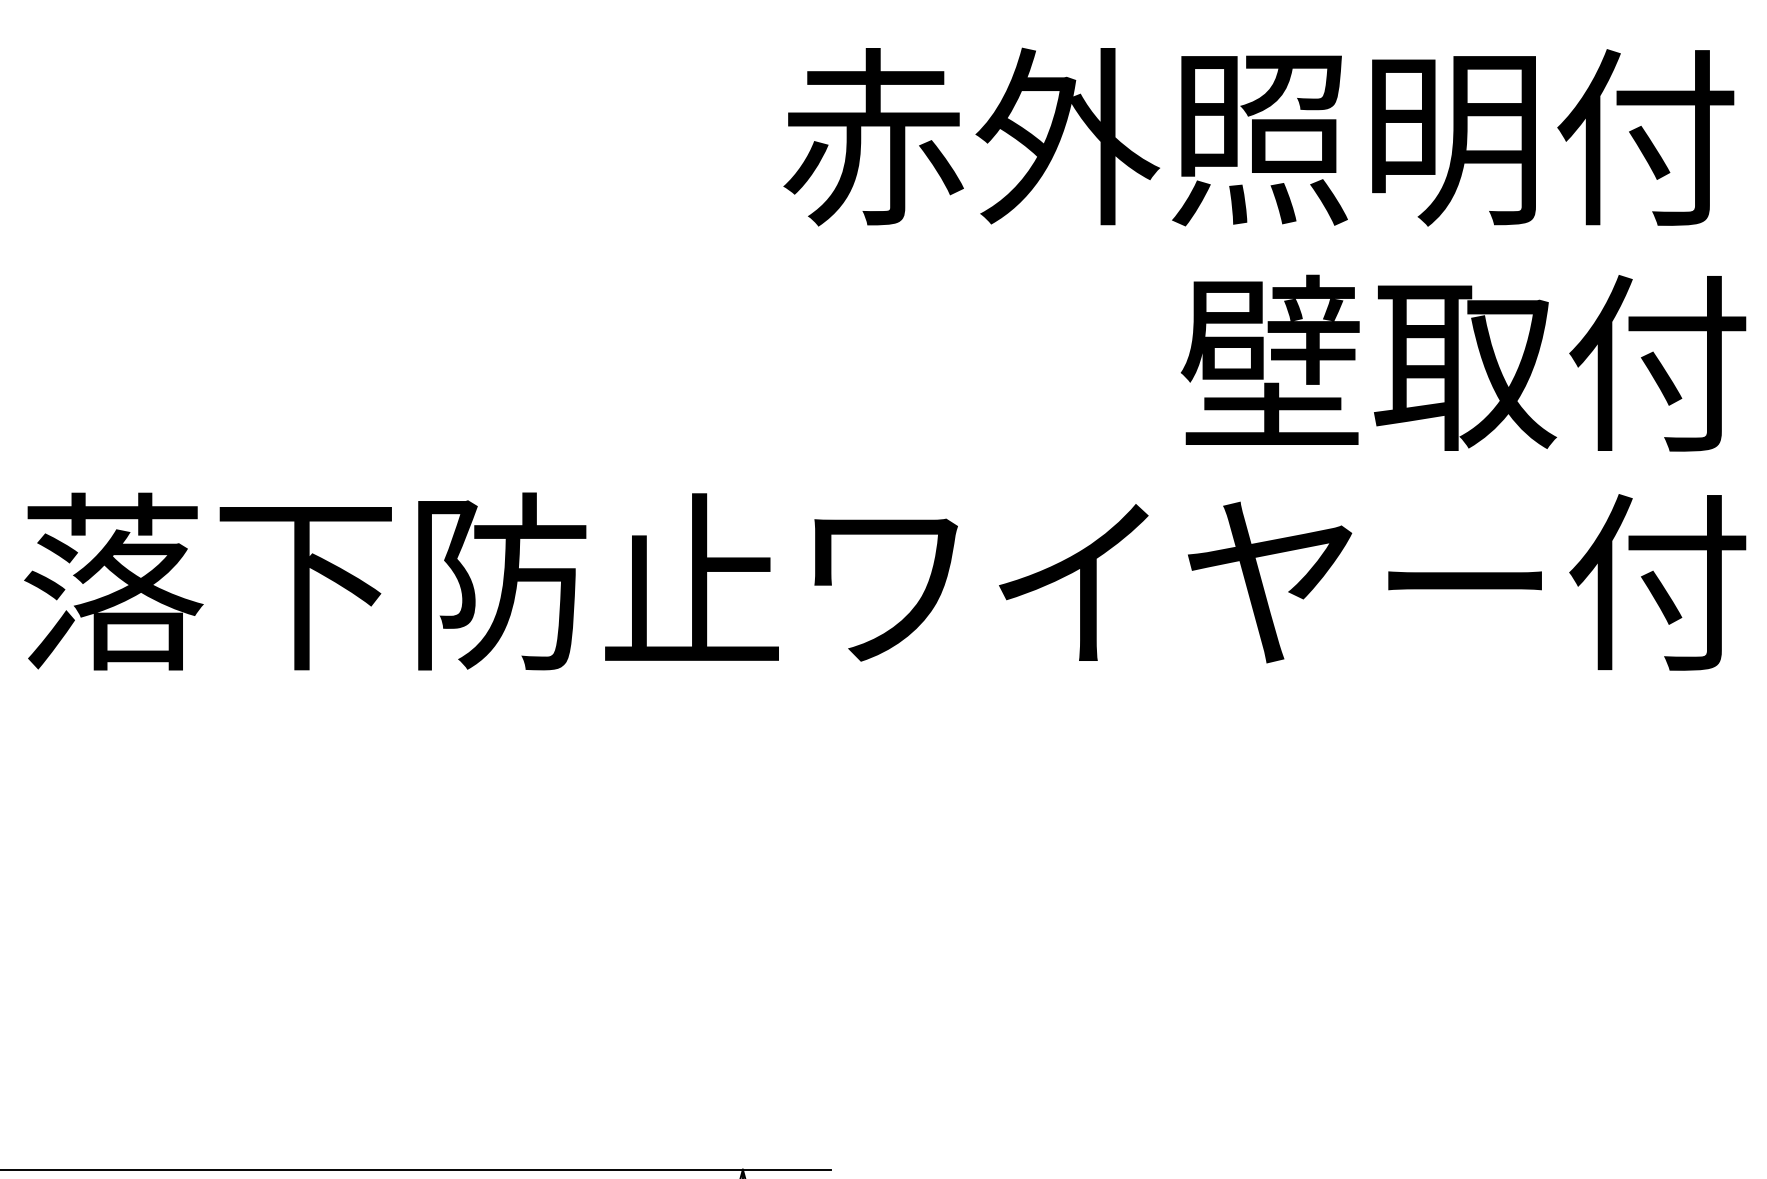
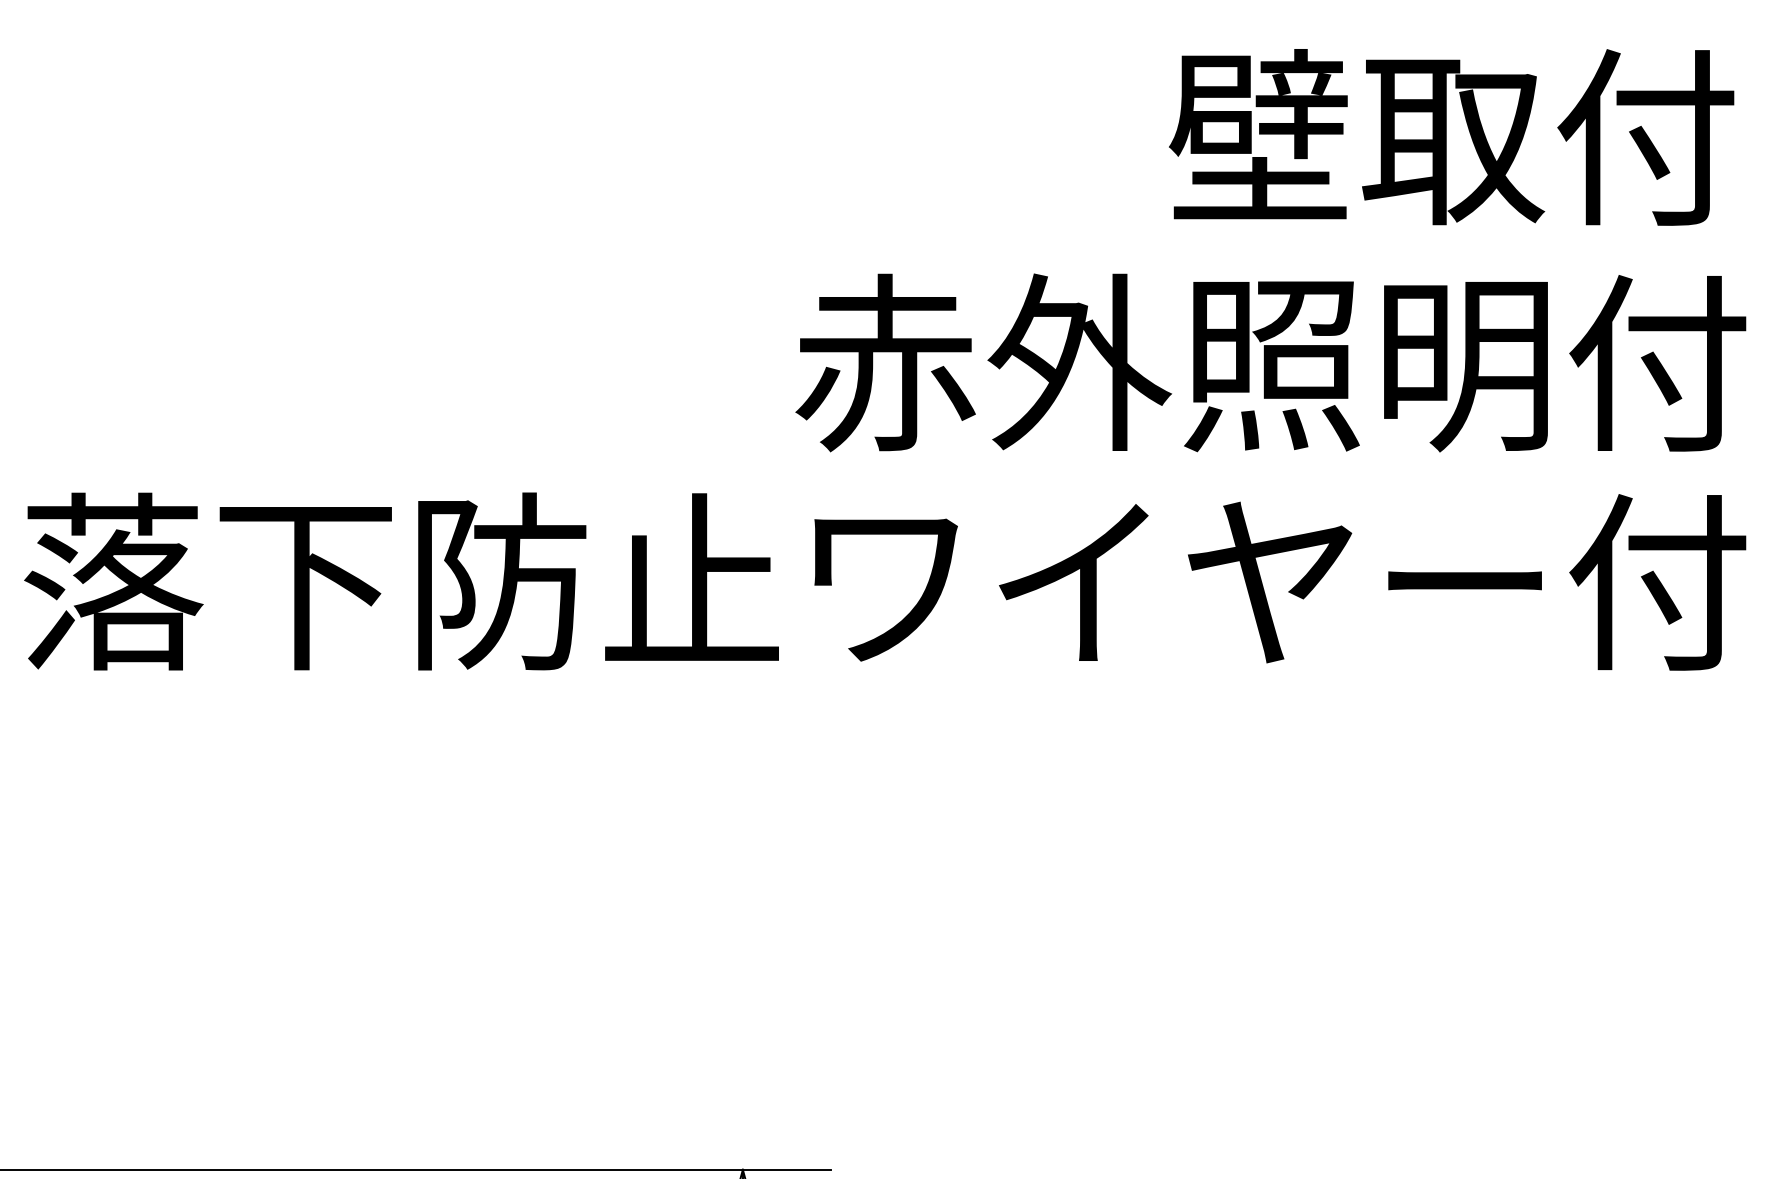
text at (1164, 136): 赤外照明付 -> 壁取付
text at (1176, 362): 壁取付 -> 赤外照明付
